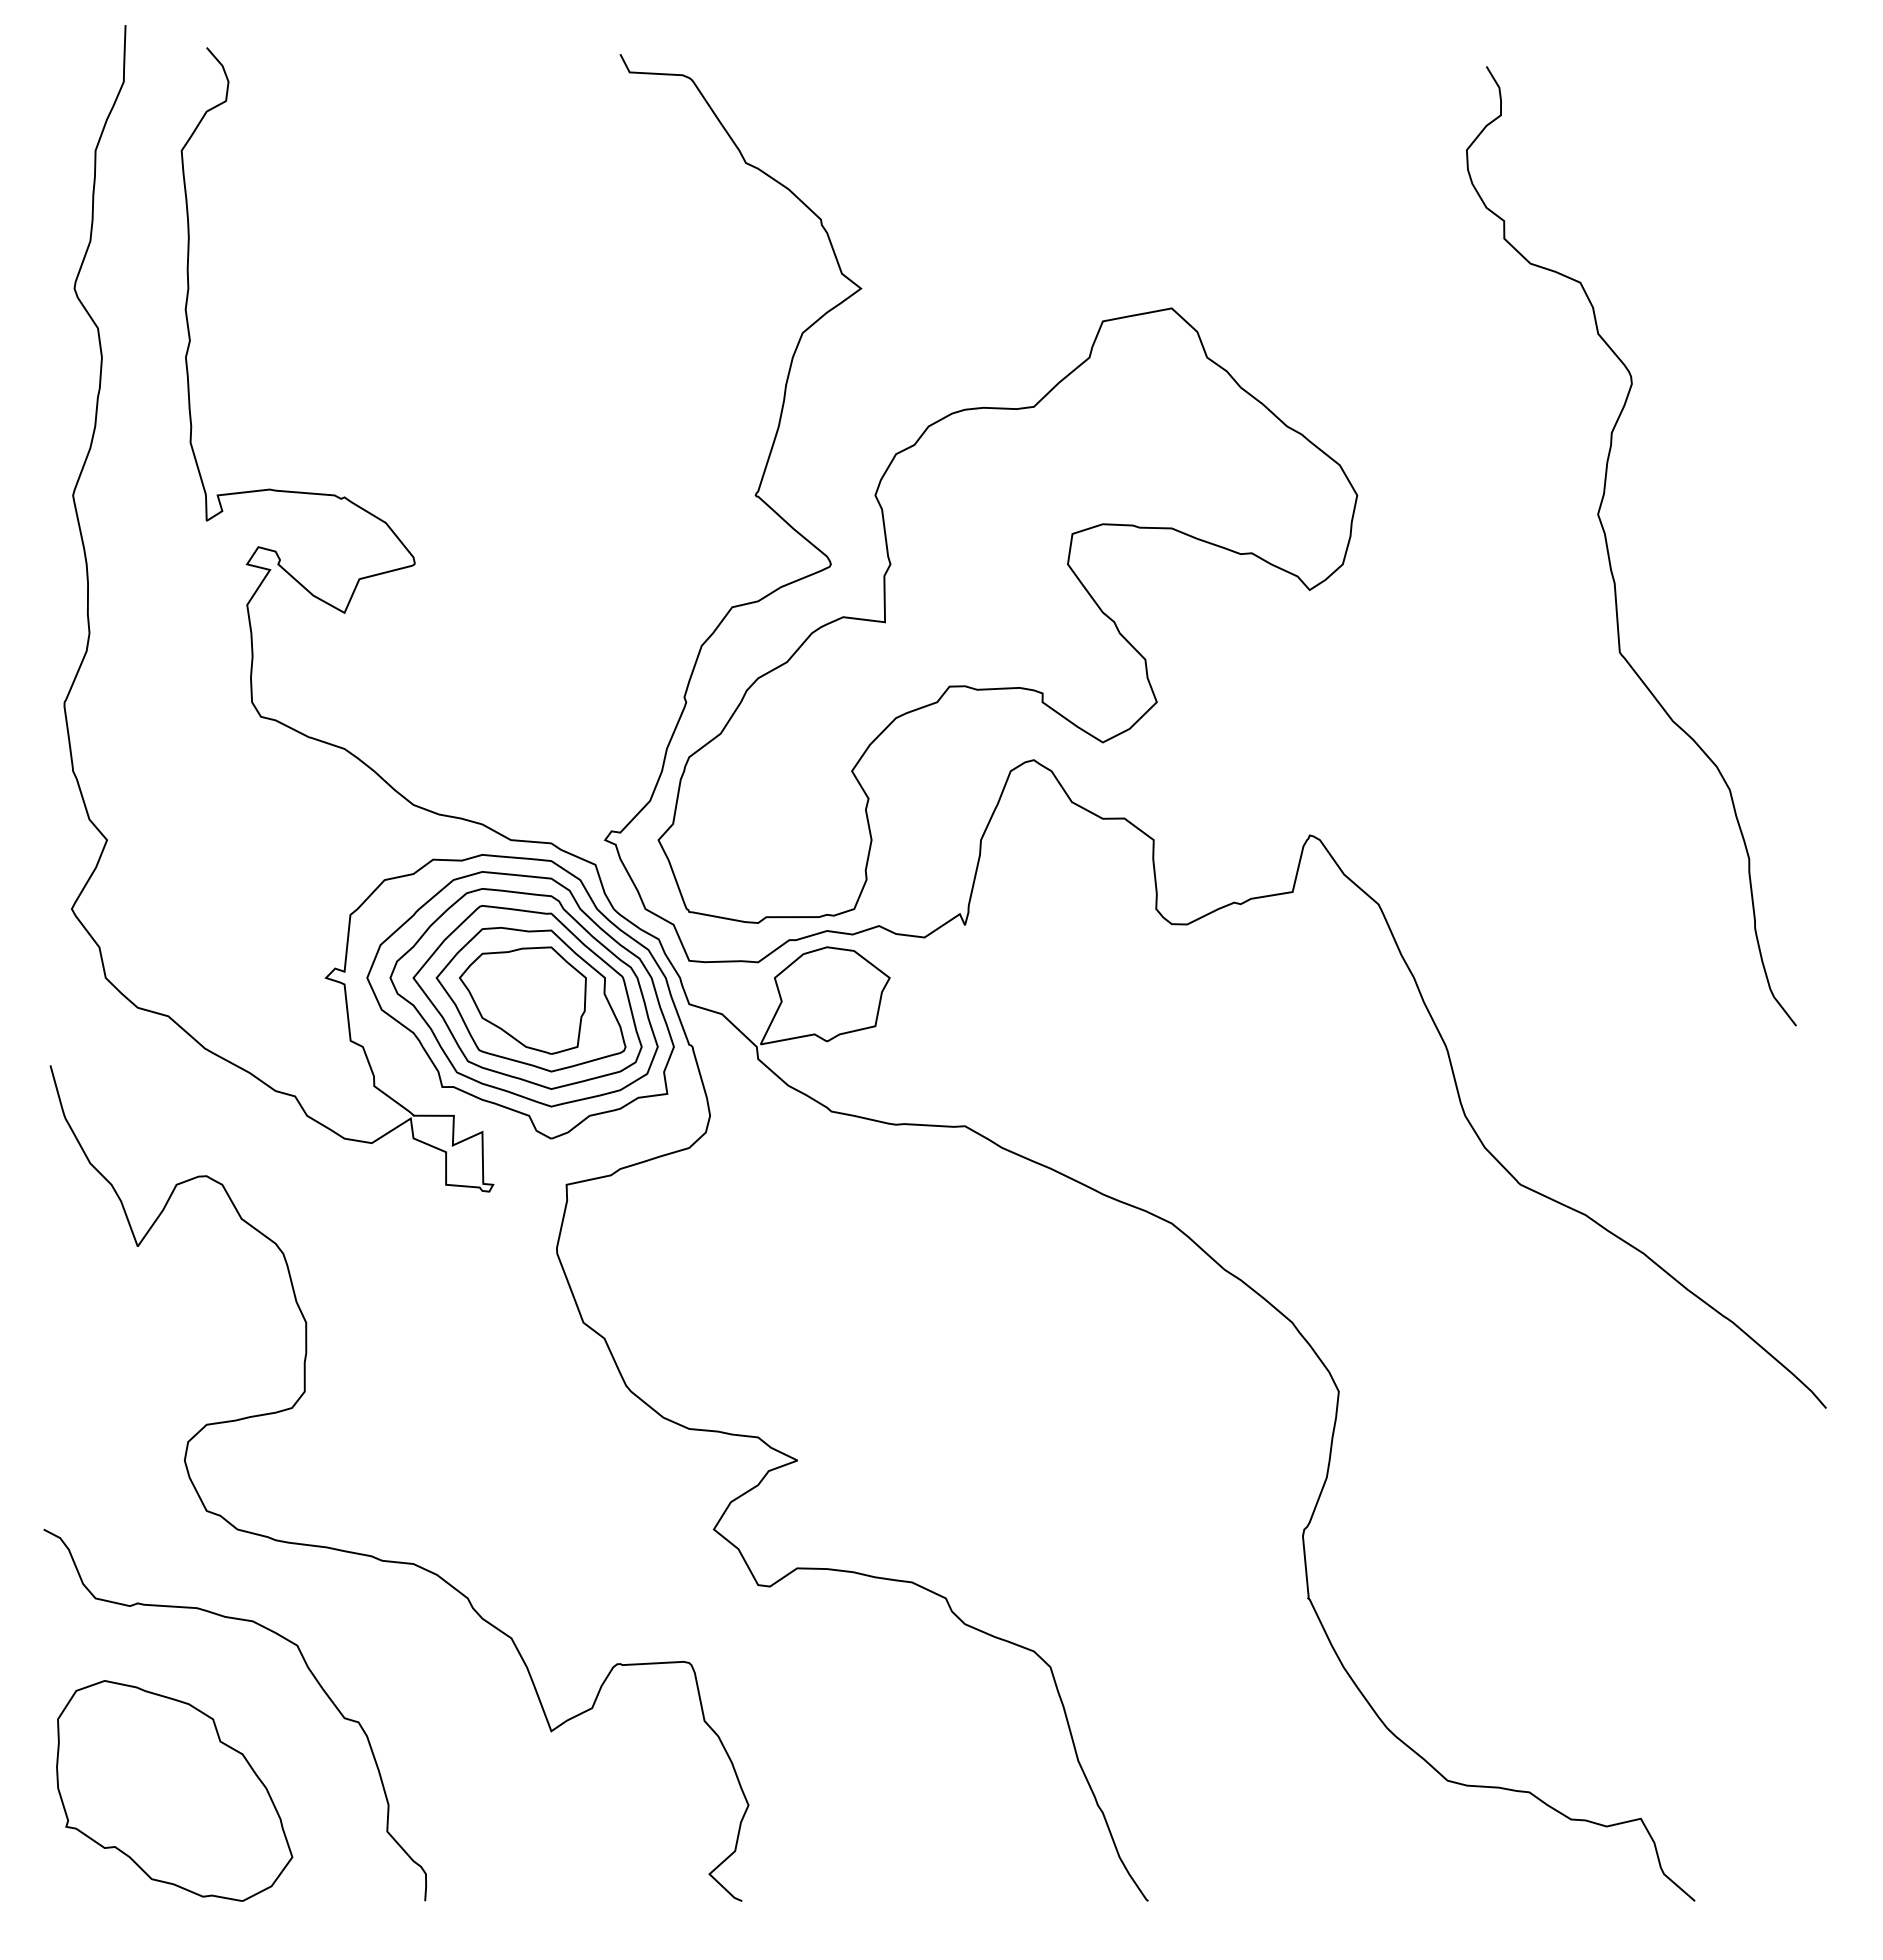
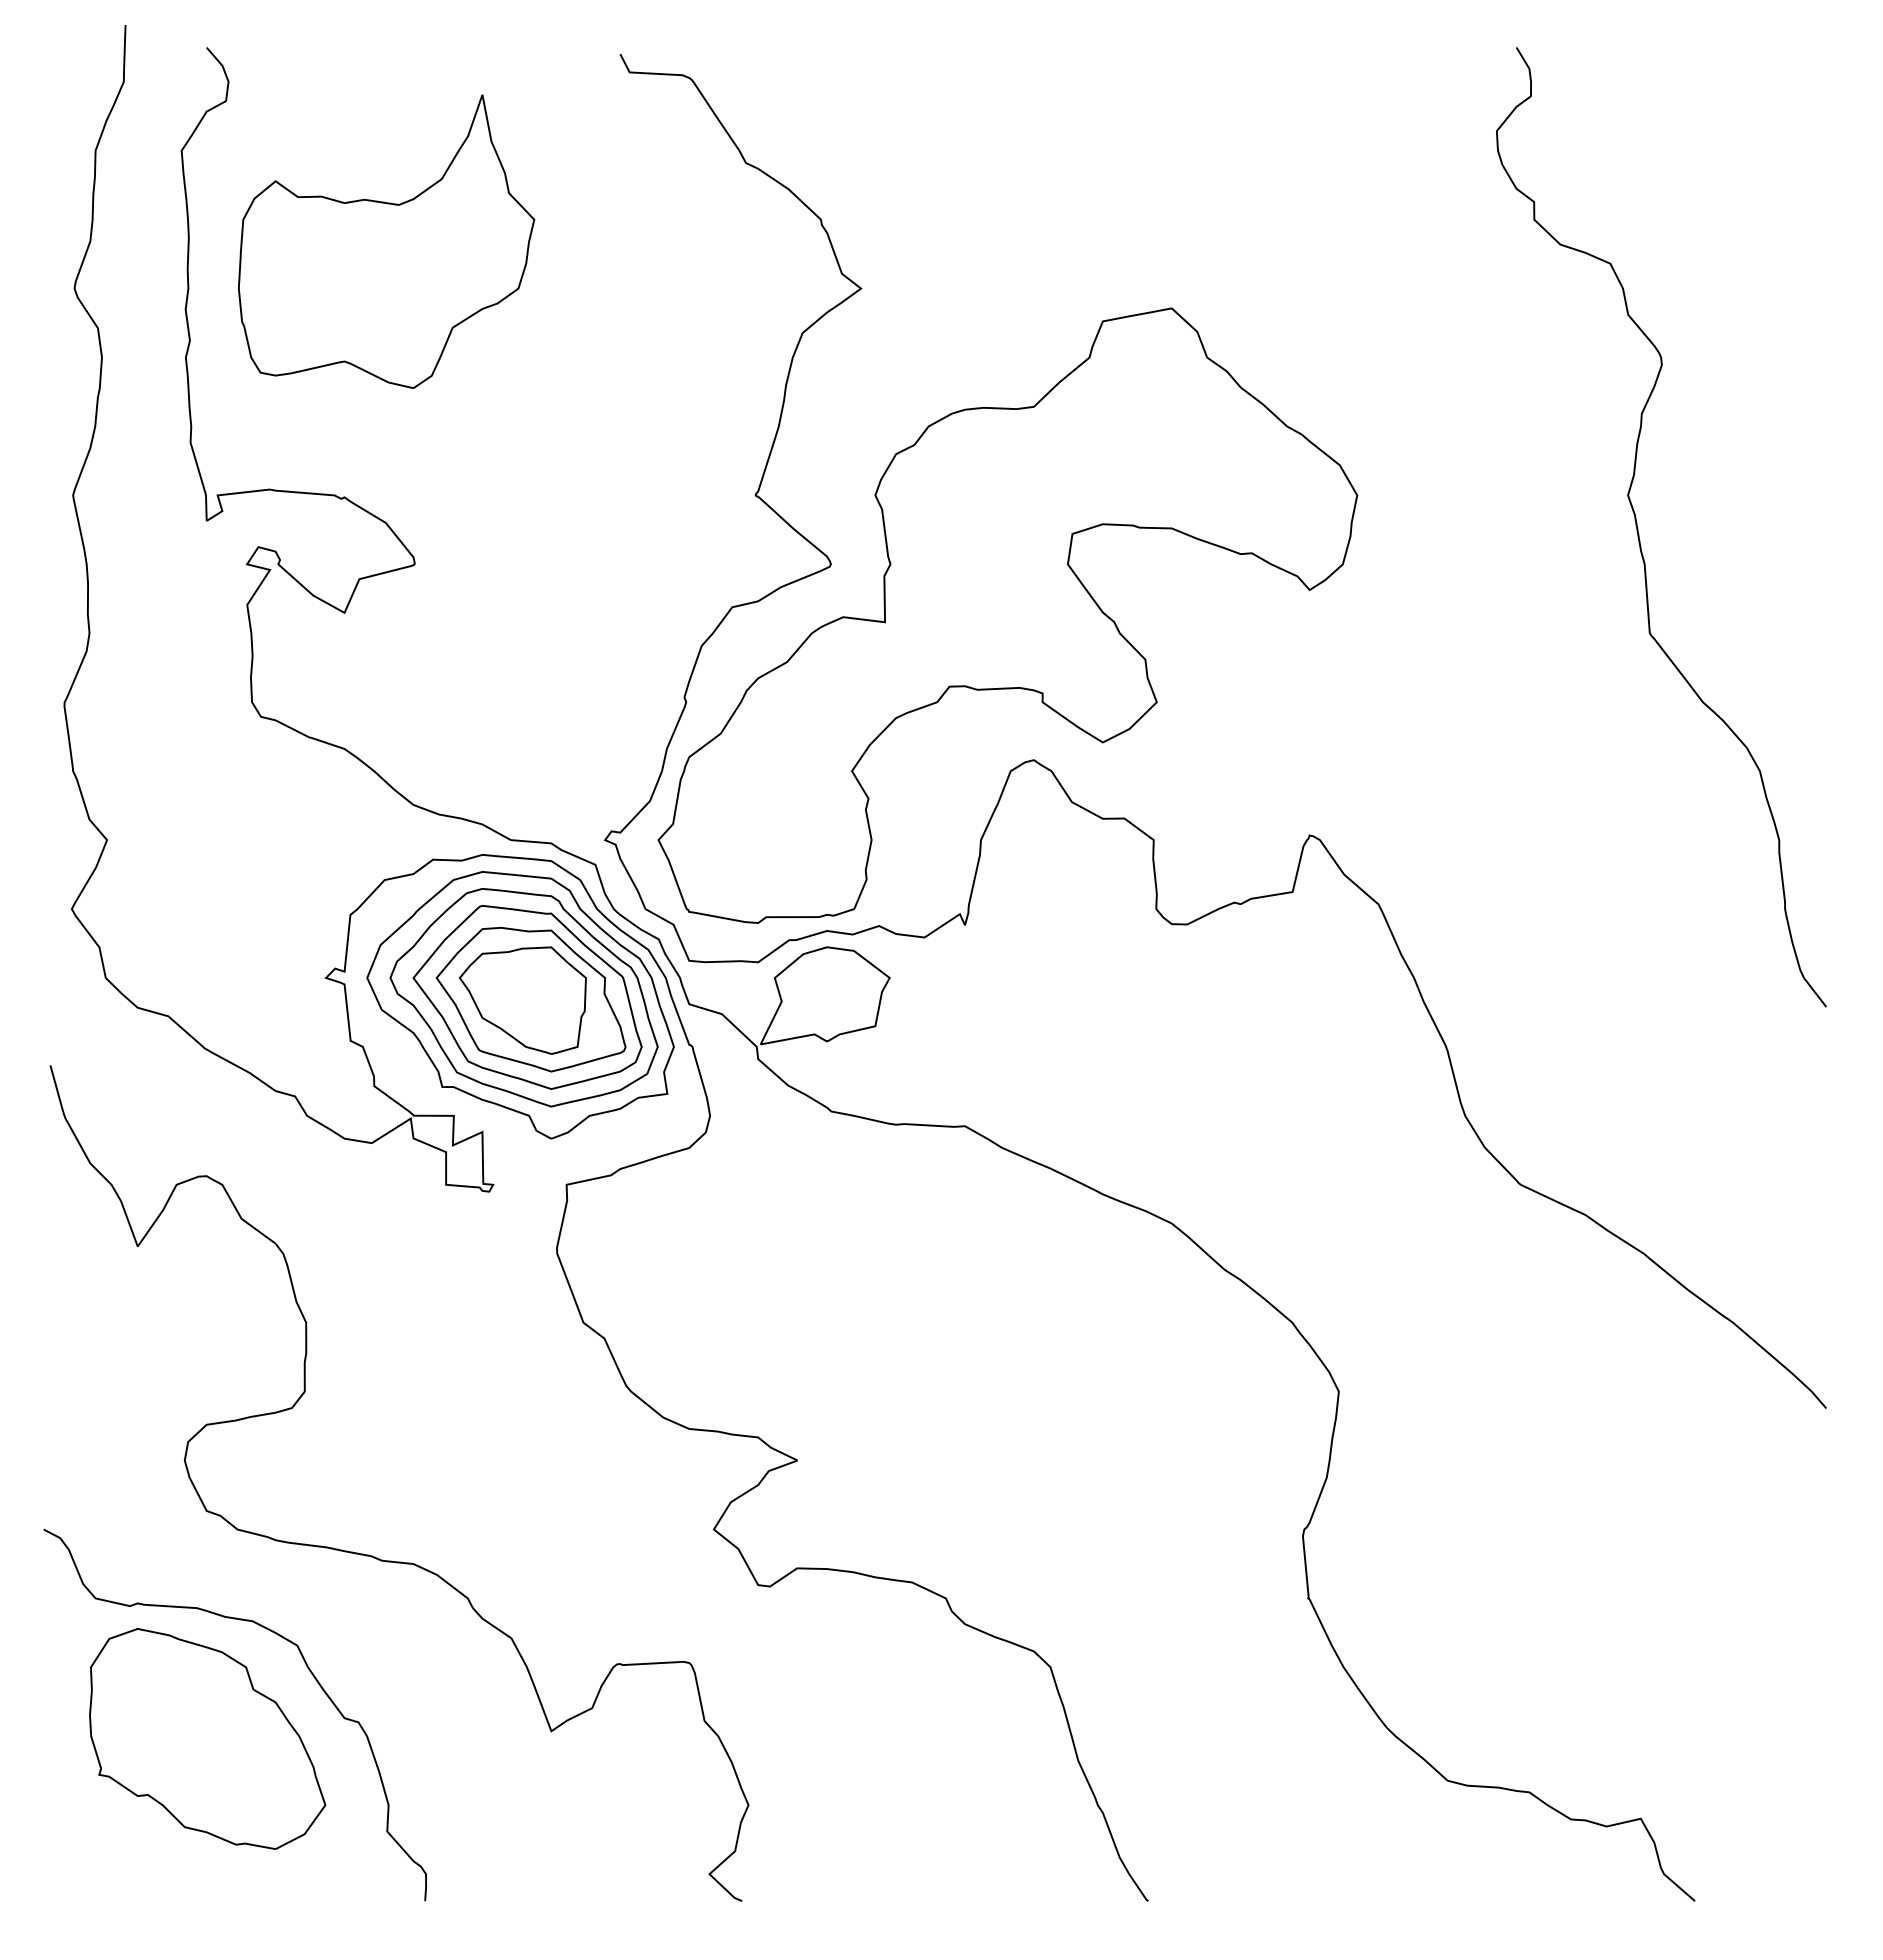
part at (386, 241): none -> present
curve at (1608, 547) position: (1608, 547) -> (1638, 528)
part at (174, 1790) position: (174, 1790) -> (207, 1738)
